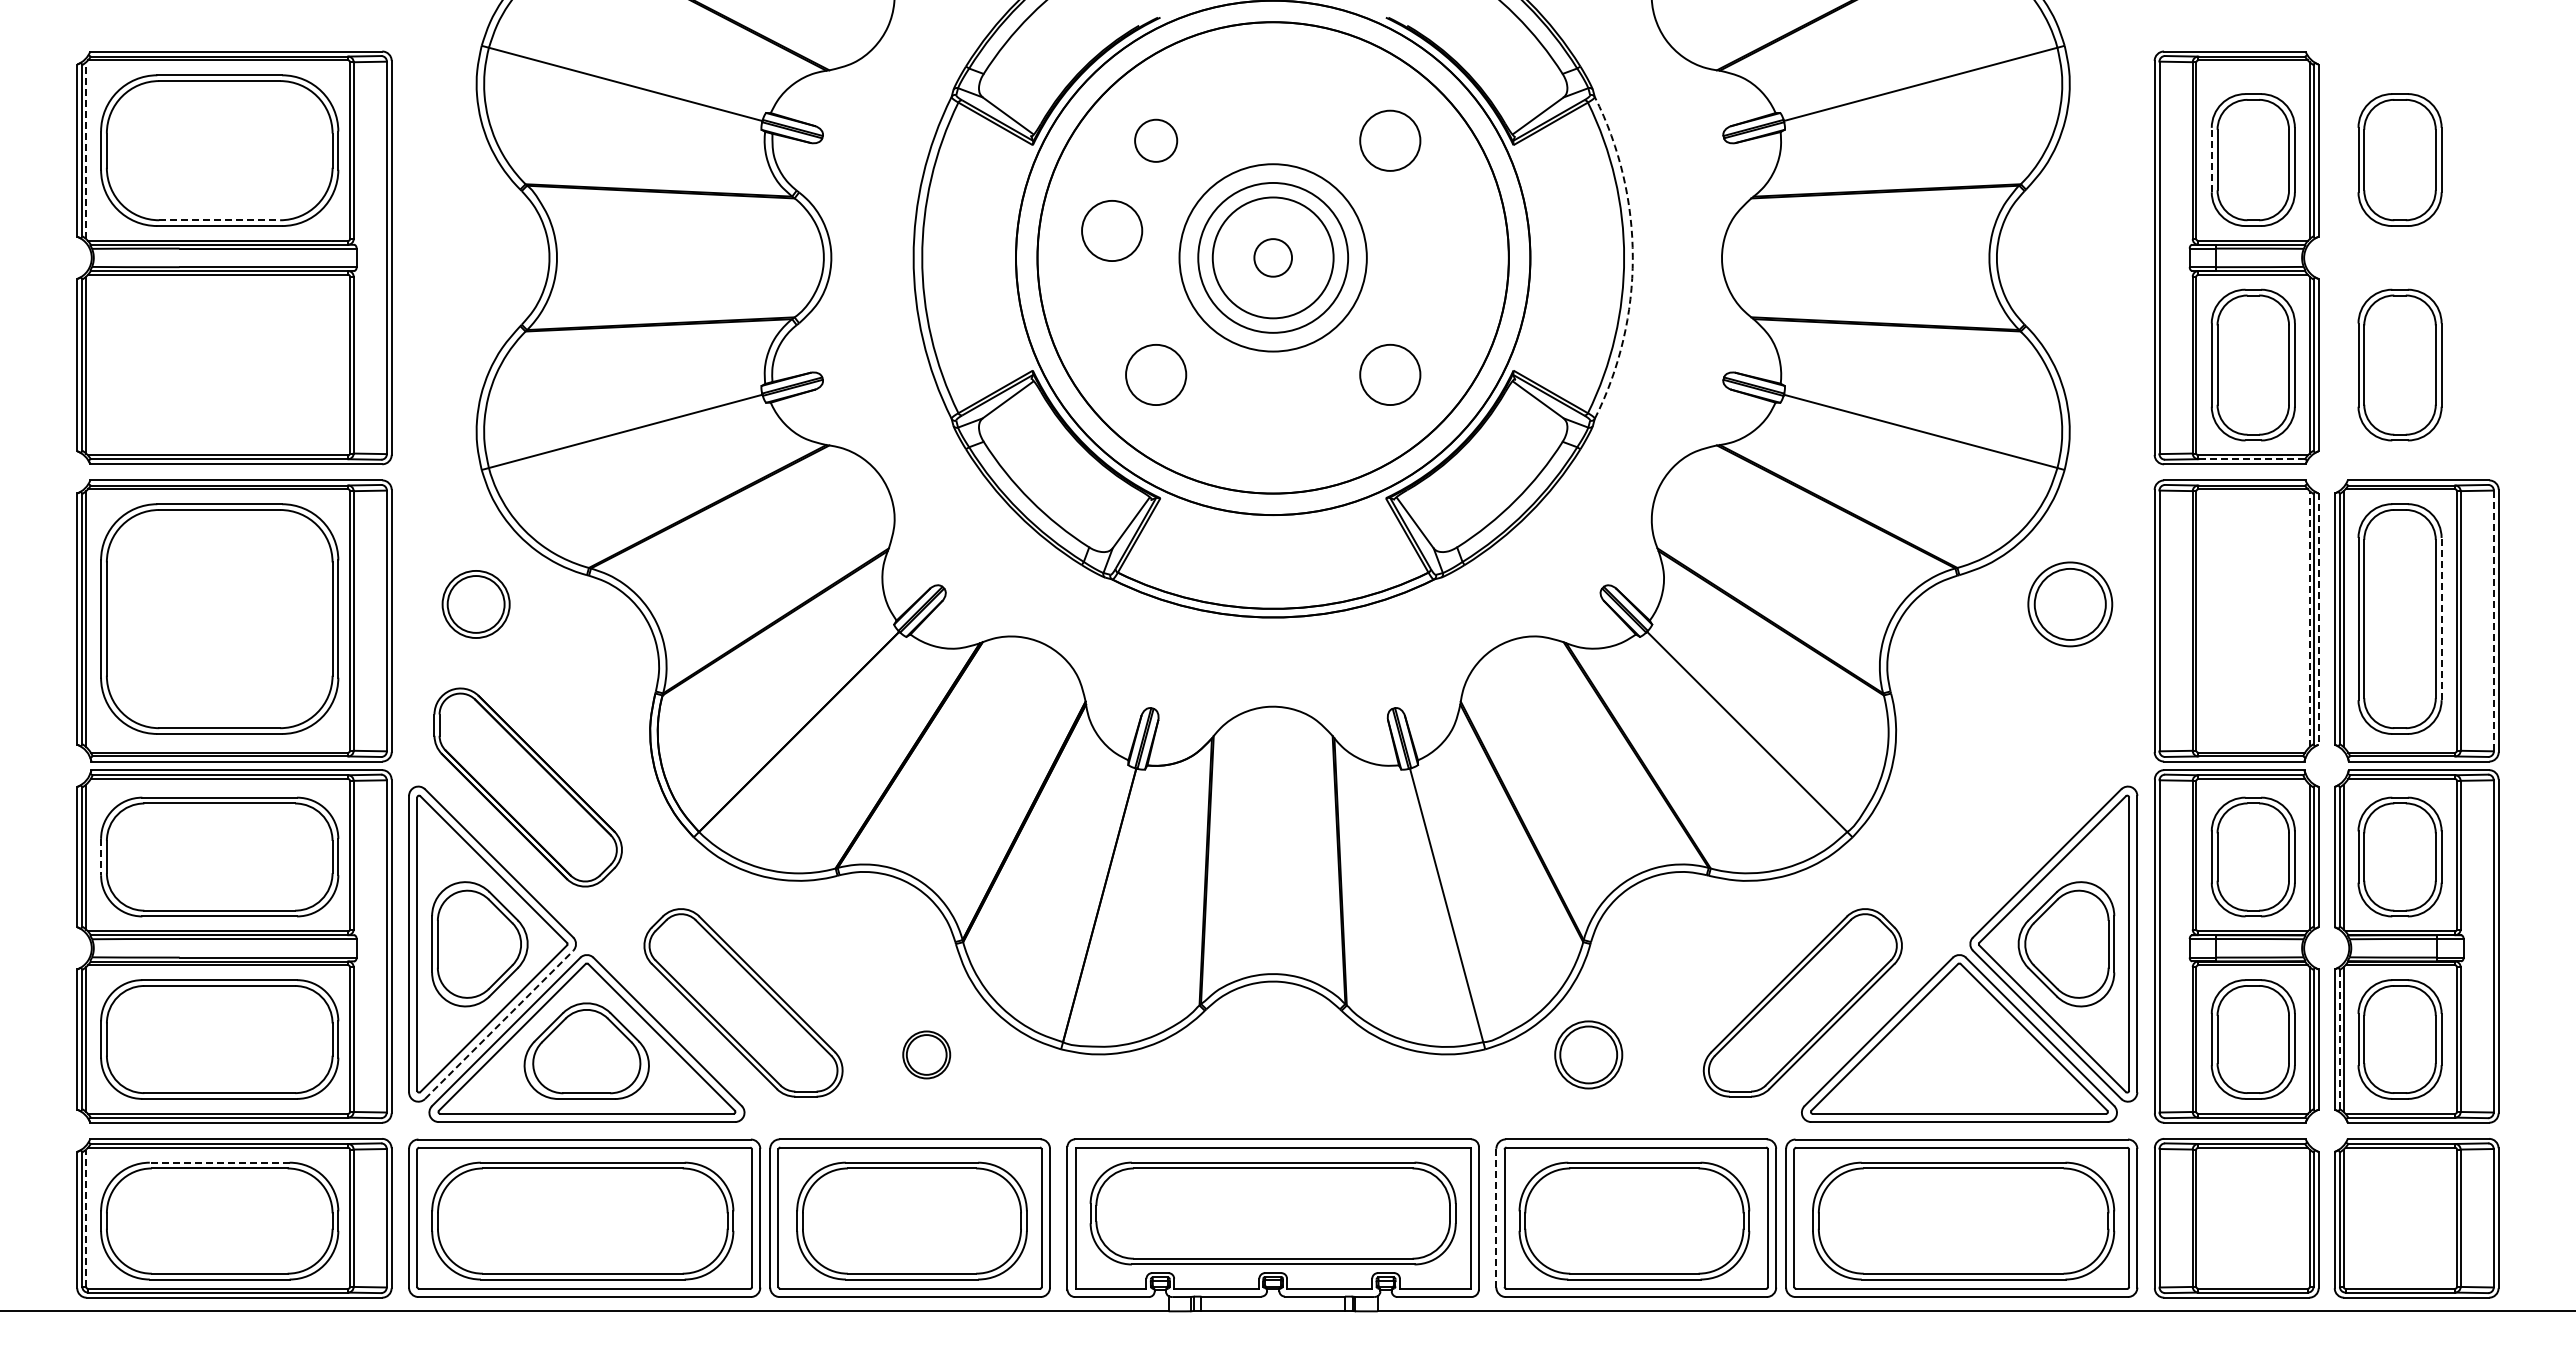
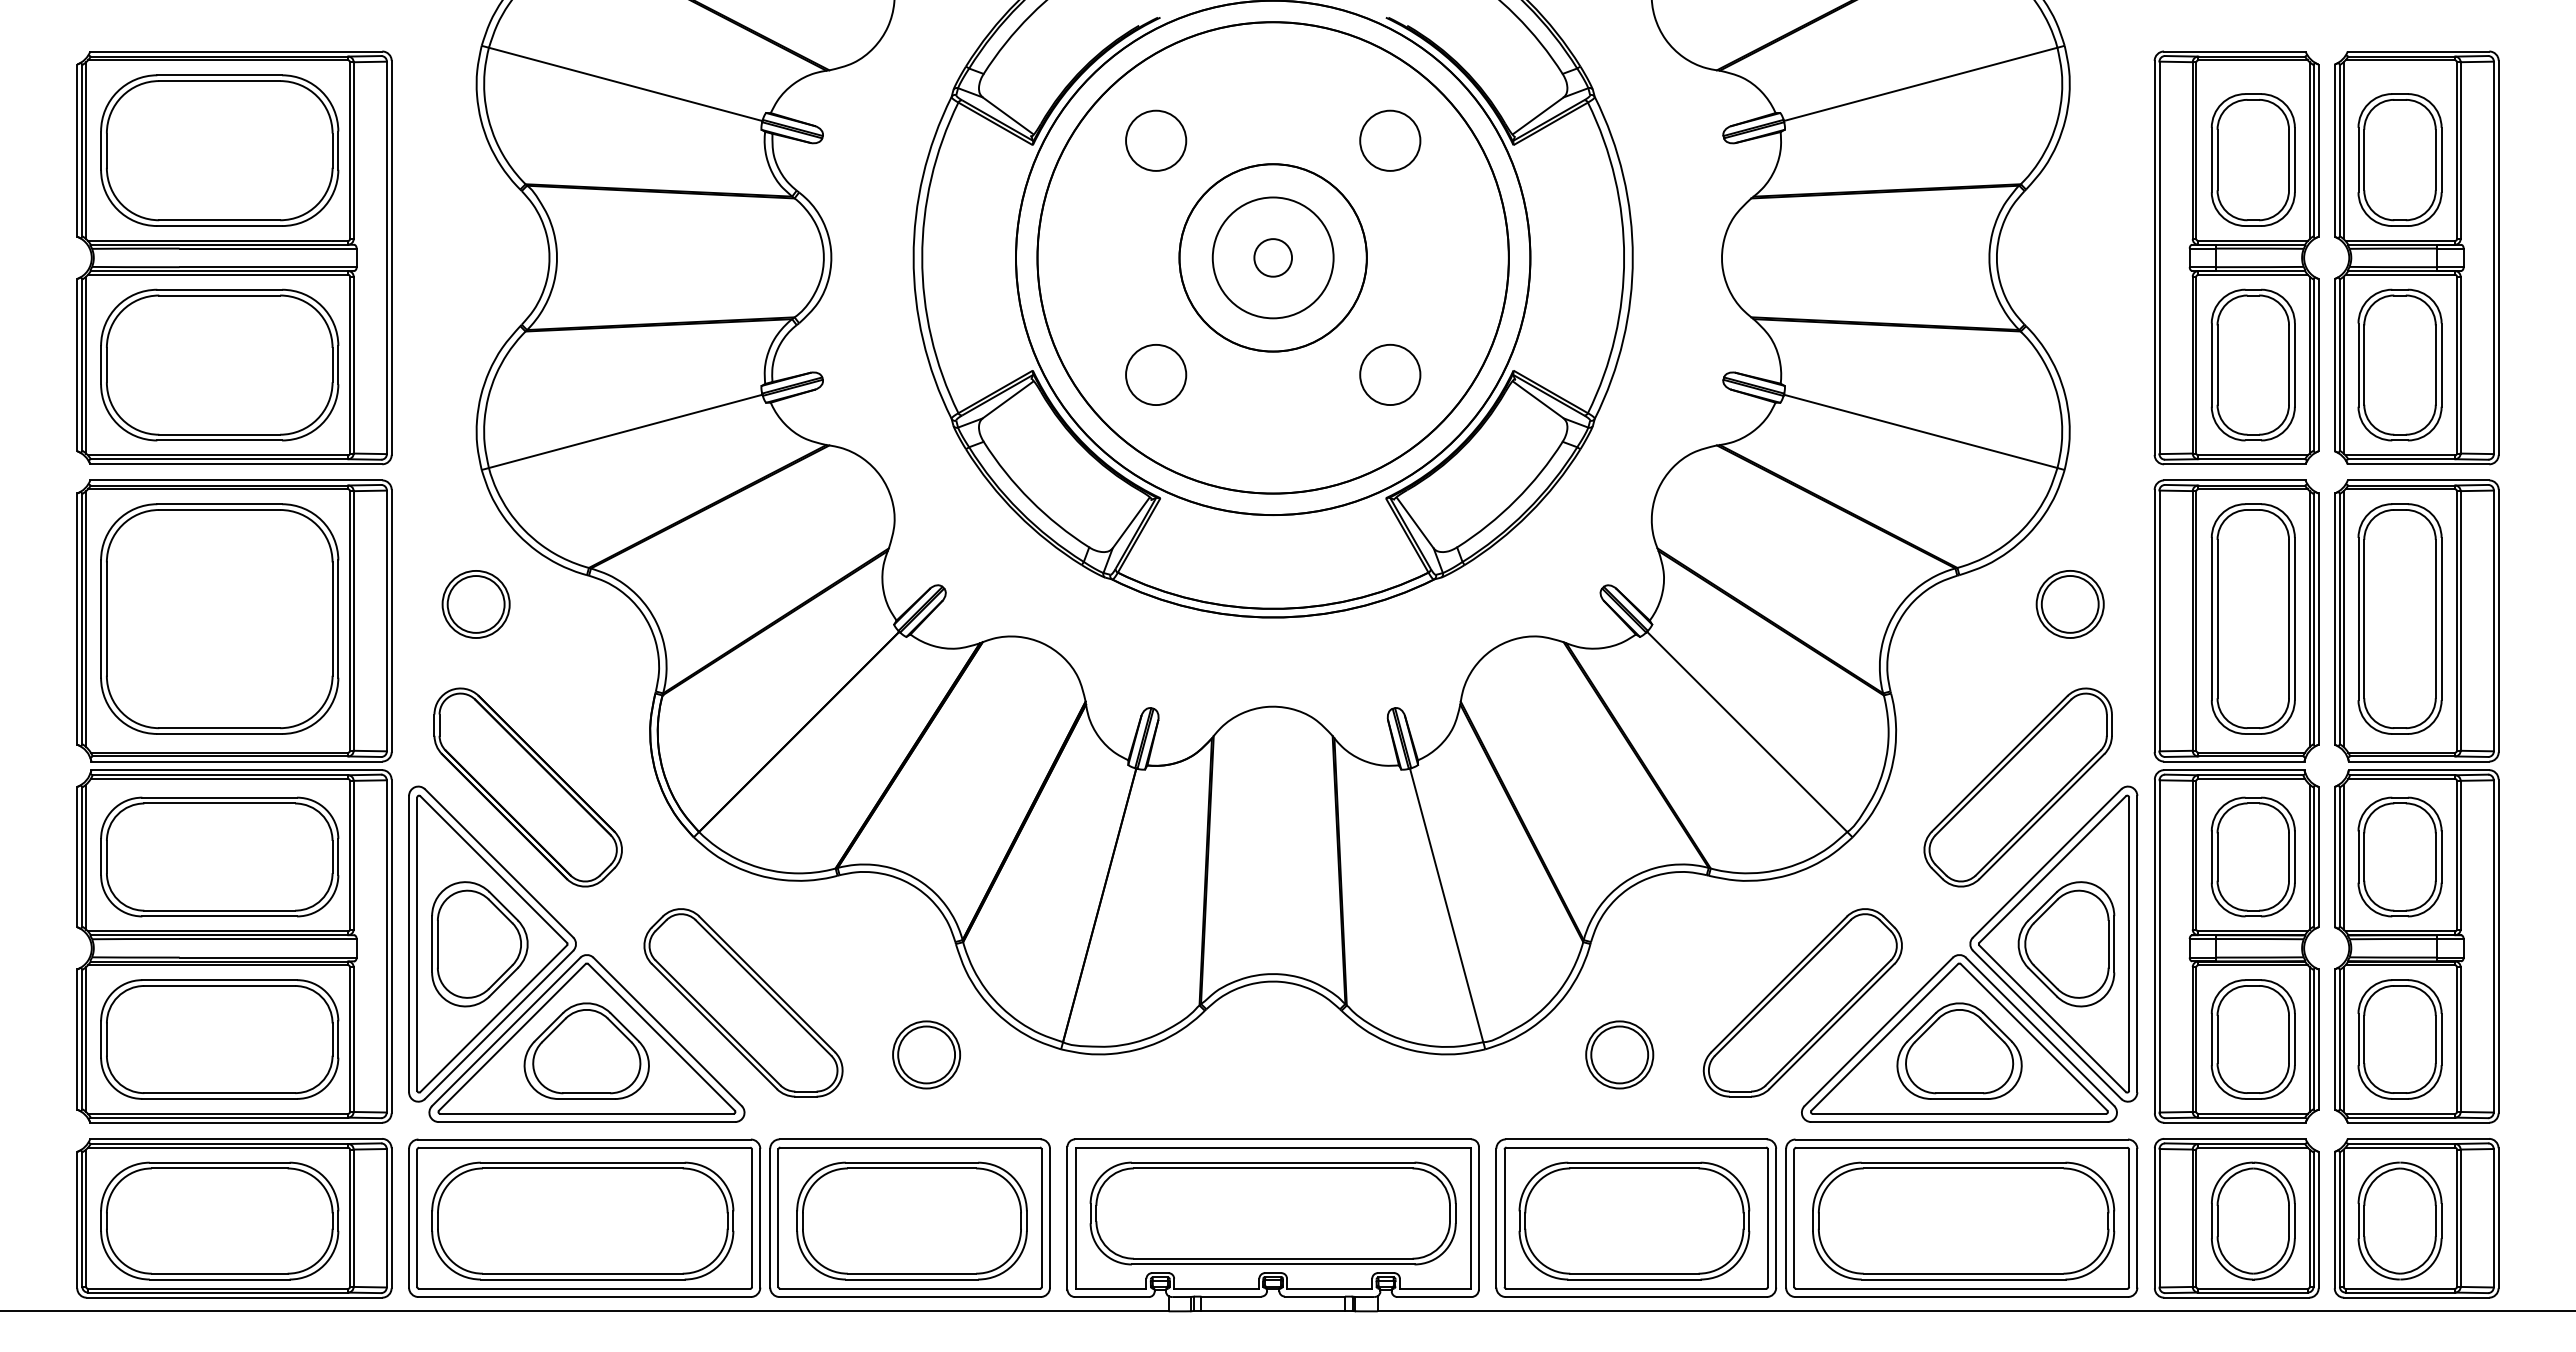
circle at (1156, 140) diameter: 42 px -> 60 px
line at (86, 150): dashed -> solid
line at (2211, 159): dashed -> solid
line at (220, 220): dashed -> solid
circle at (1112, 230): present -> none
circle at (1273, 257) diameter: 150 px -> 187 px
arc at (1632, 257): dashed -> solid
part at (2416, 257): none -> present
part at (219, 364): none -> present
line at (2251, 459): dashed -> solid
part at (2070, 604) size: 87x87 px -> 70x69 px
part at (2252, 618): none -> present
line at (2441, 618): dashed -> solid
line at (2309, 619): dashed -> solid
line at (2318, 619): dashed -> solid
line at (2493, 621): dashed -> solid
part at (2017, 787): none -> present
line at (101, 857): dashed -> solid
line at (499, 1024): dashed -> solid
line at (2339, 1039): dashed -> solid
part at (1959, 1050): none -> present
part at (926, 1054) size: 50x50 px -> 70x70 px
part at (1588, 1054) position: (1588, 1054) -> (1619, 1054)
line at (219, 1162): dashed -> solid
line at (1496, 1217): dashed -> solid
line at (86, 1218): dashed -> solid
part at (2253, 1220): none -> present
part at (2399, 1220): none -> present
